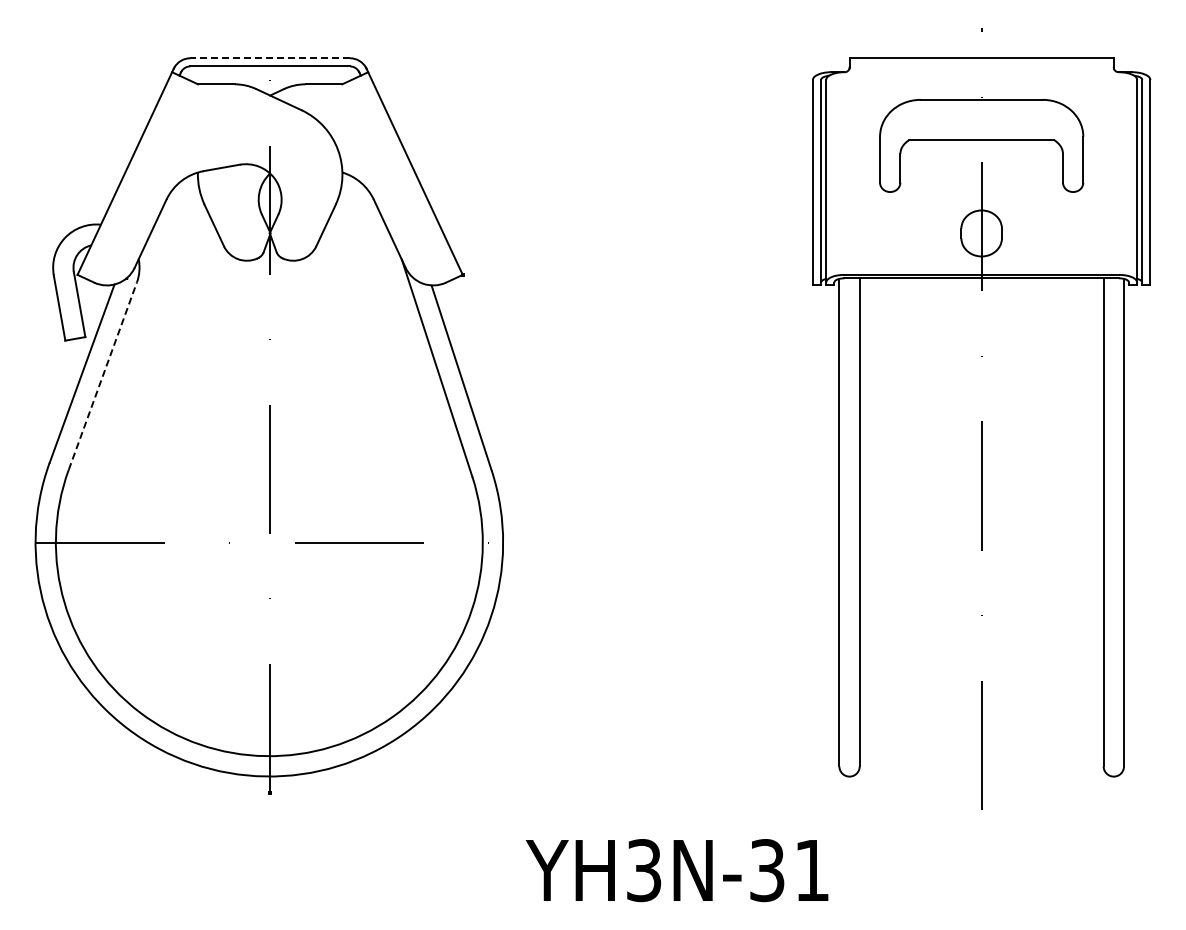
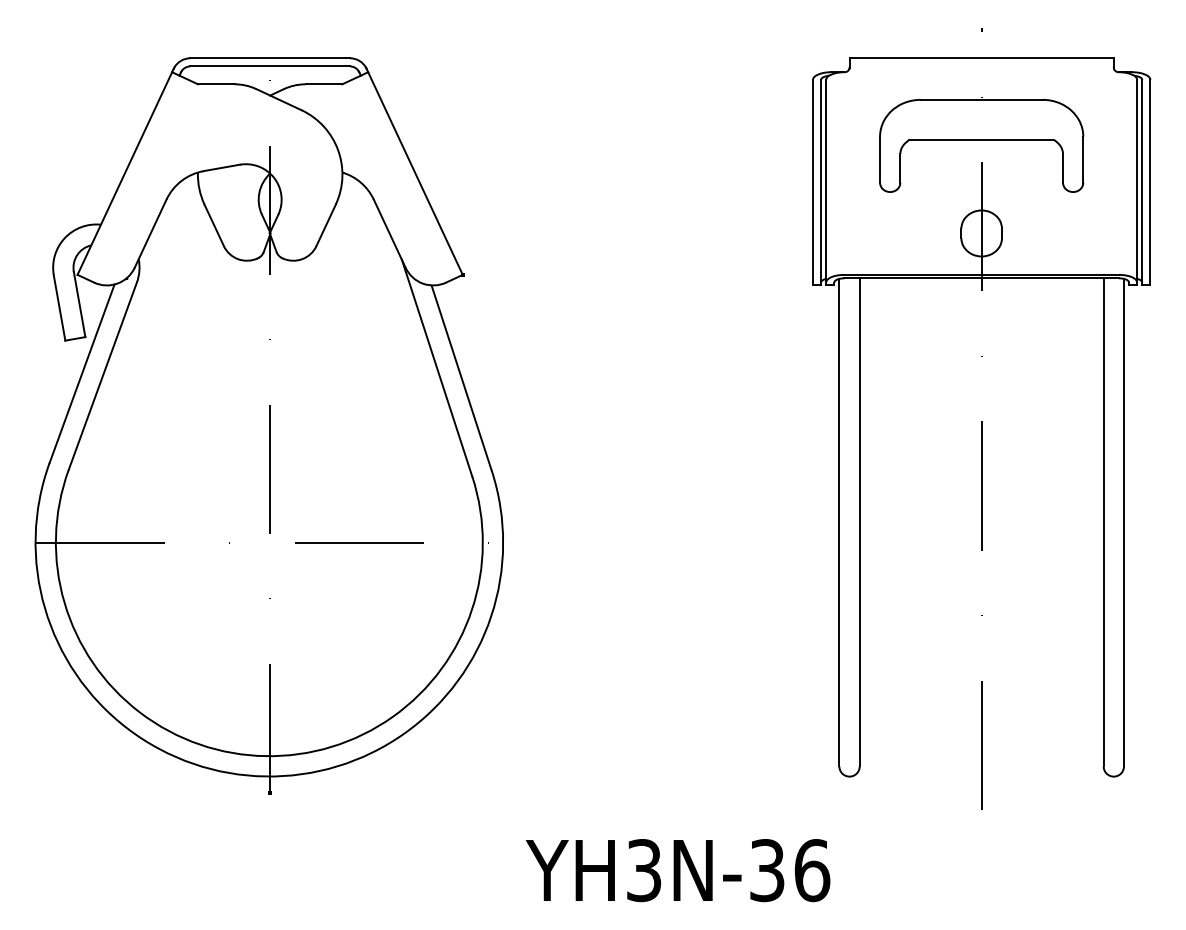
line at (270, 58): dashed -> solid
line at (102, 376): dashed -> solid
text at (812, 870): YH3N-31 -> YH3N-36
